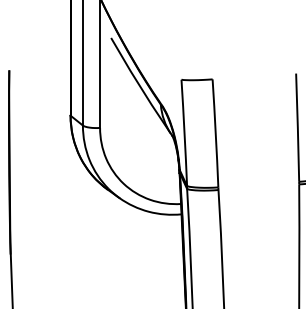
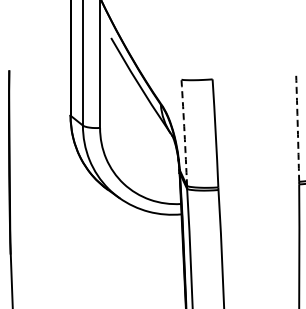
arc at (297, 127): solid -> dashed
arc at (184, 132): solid -> dashed
